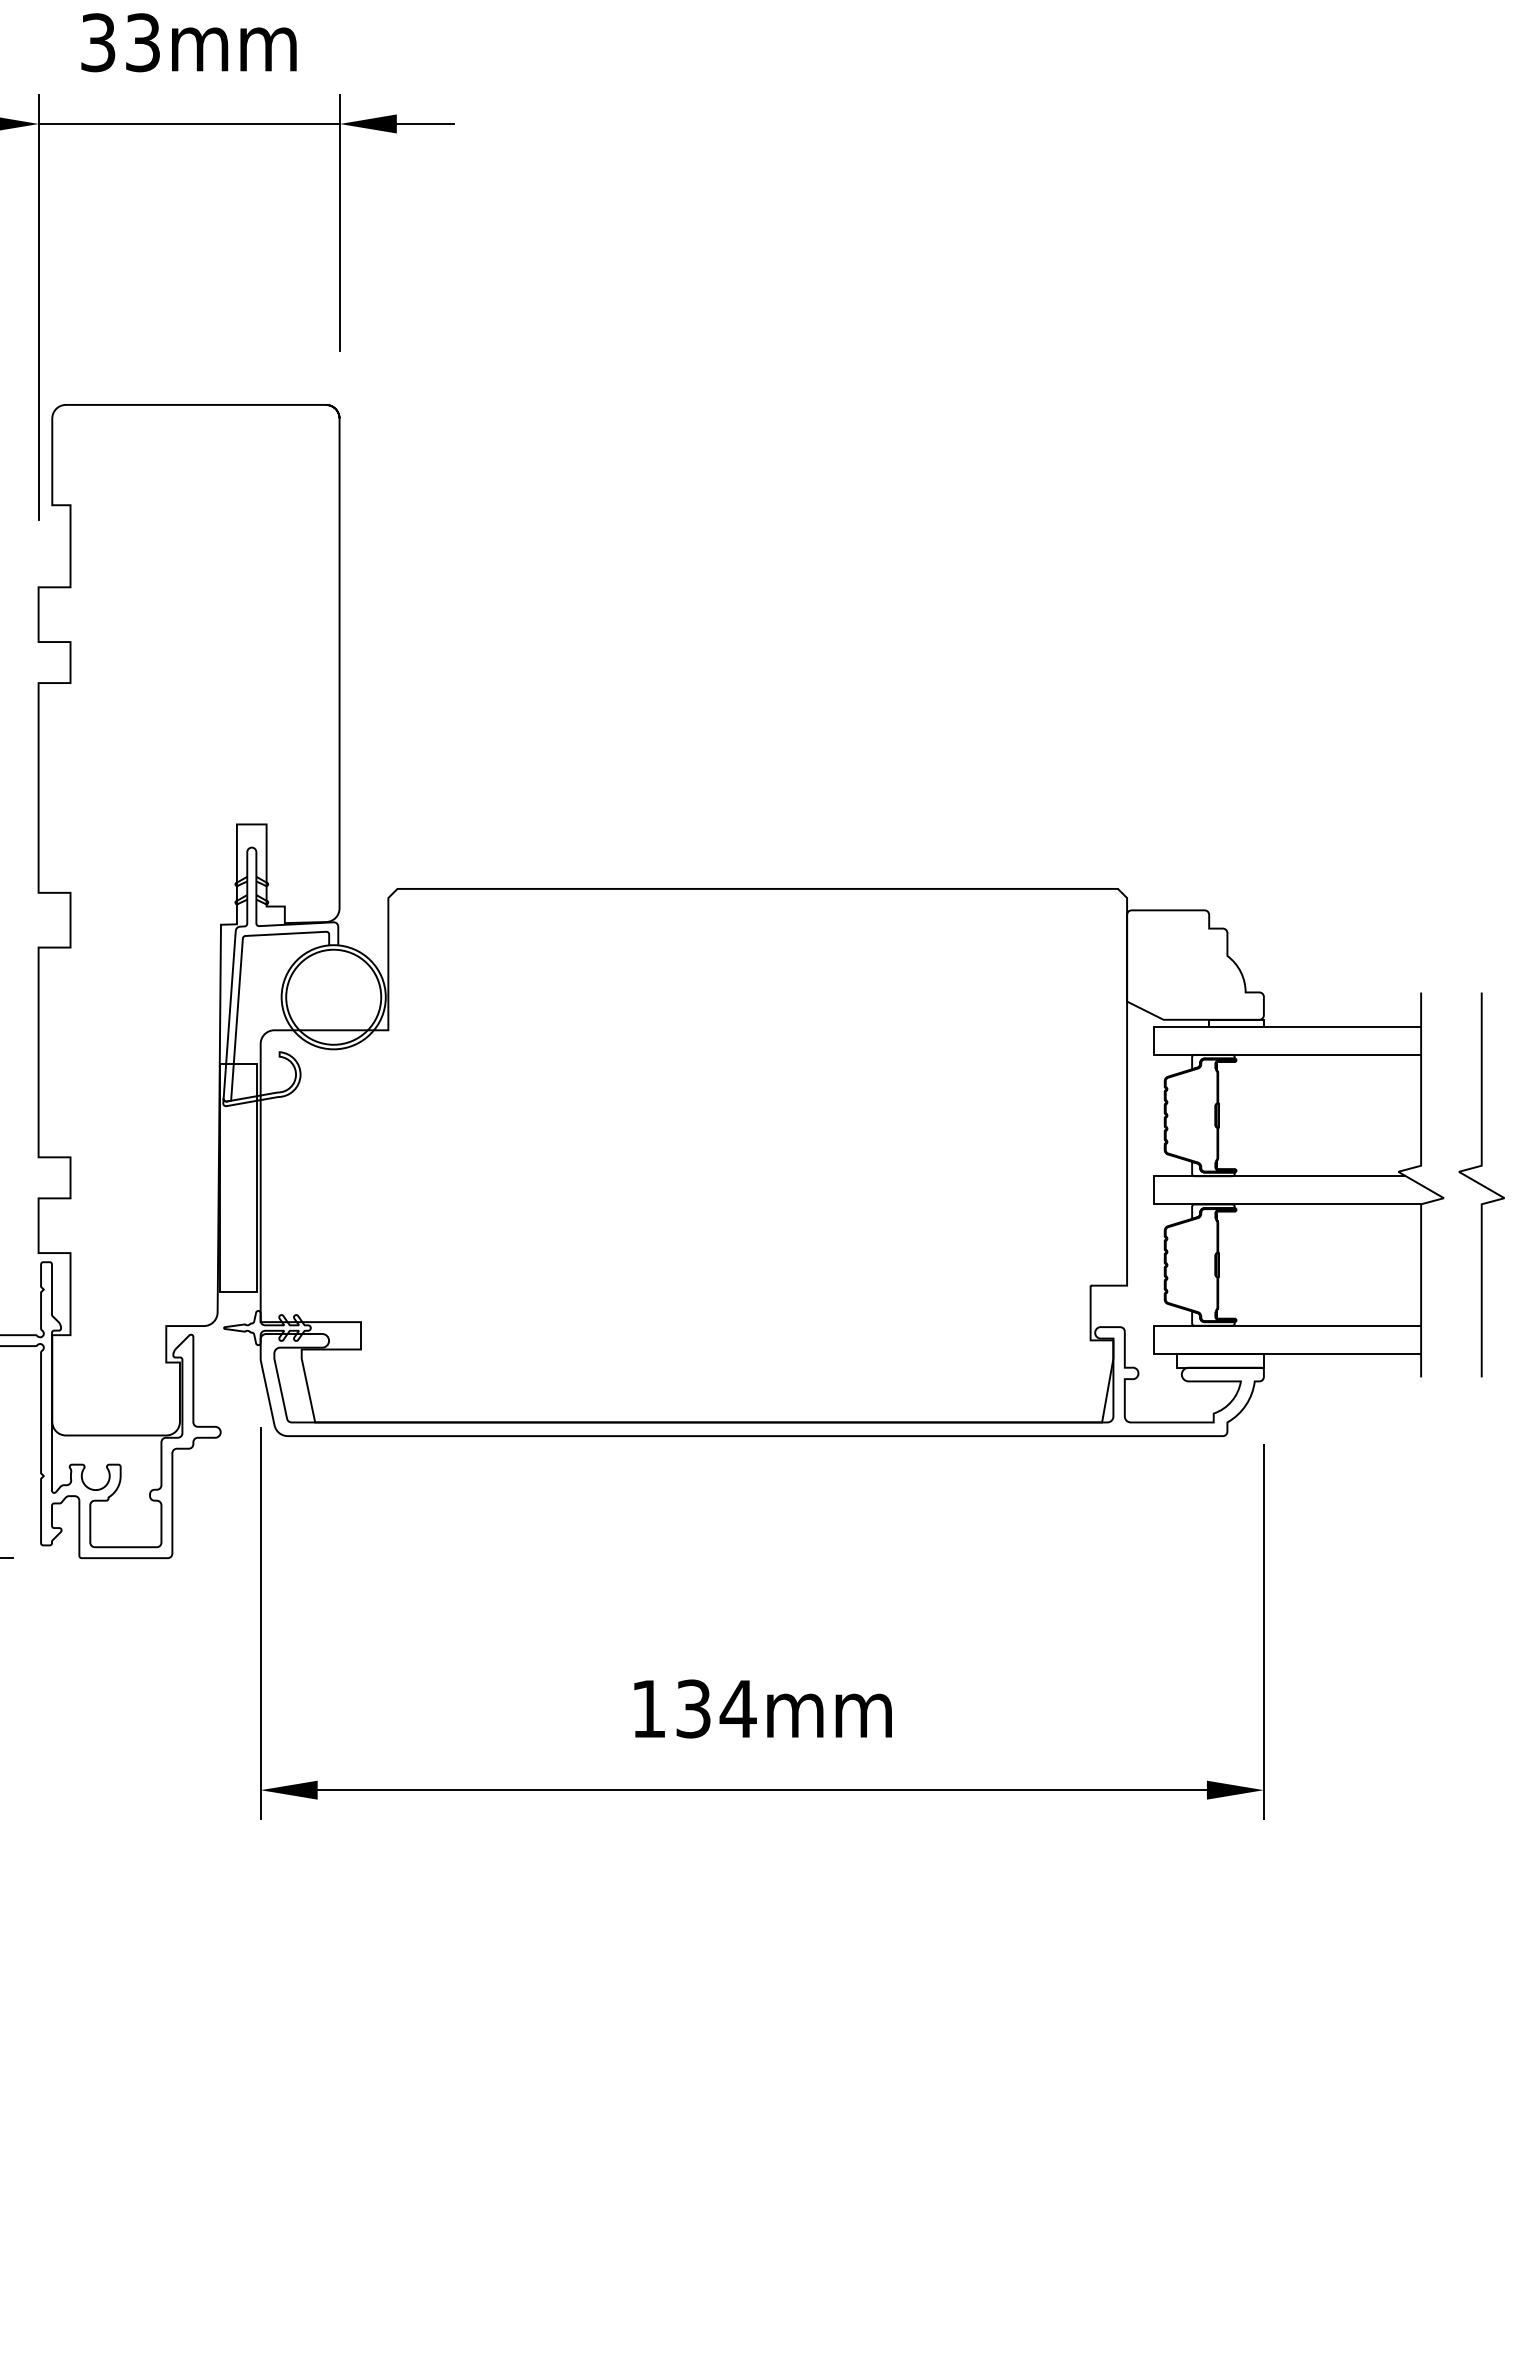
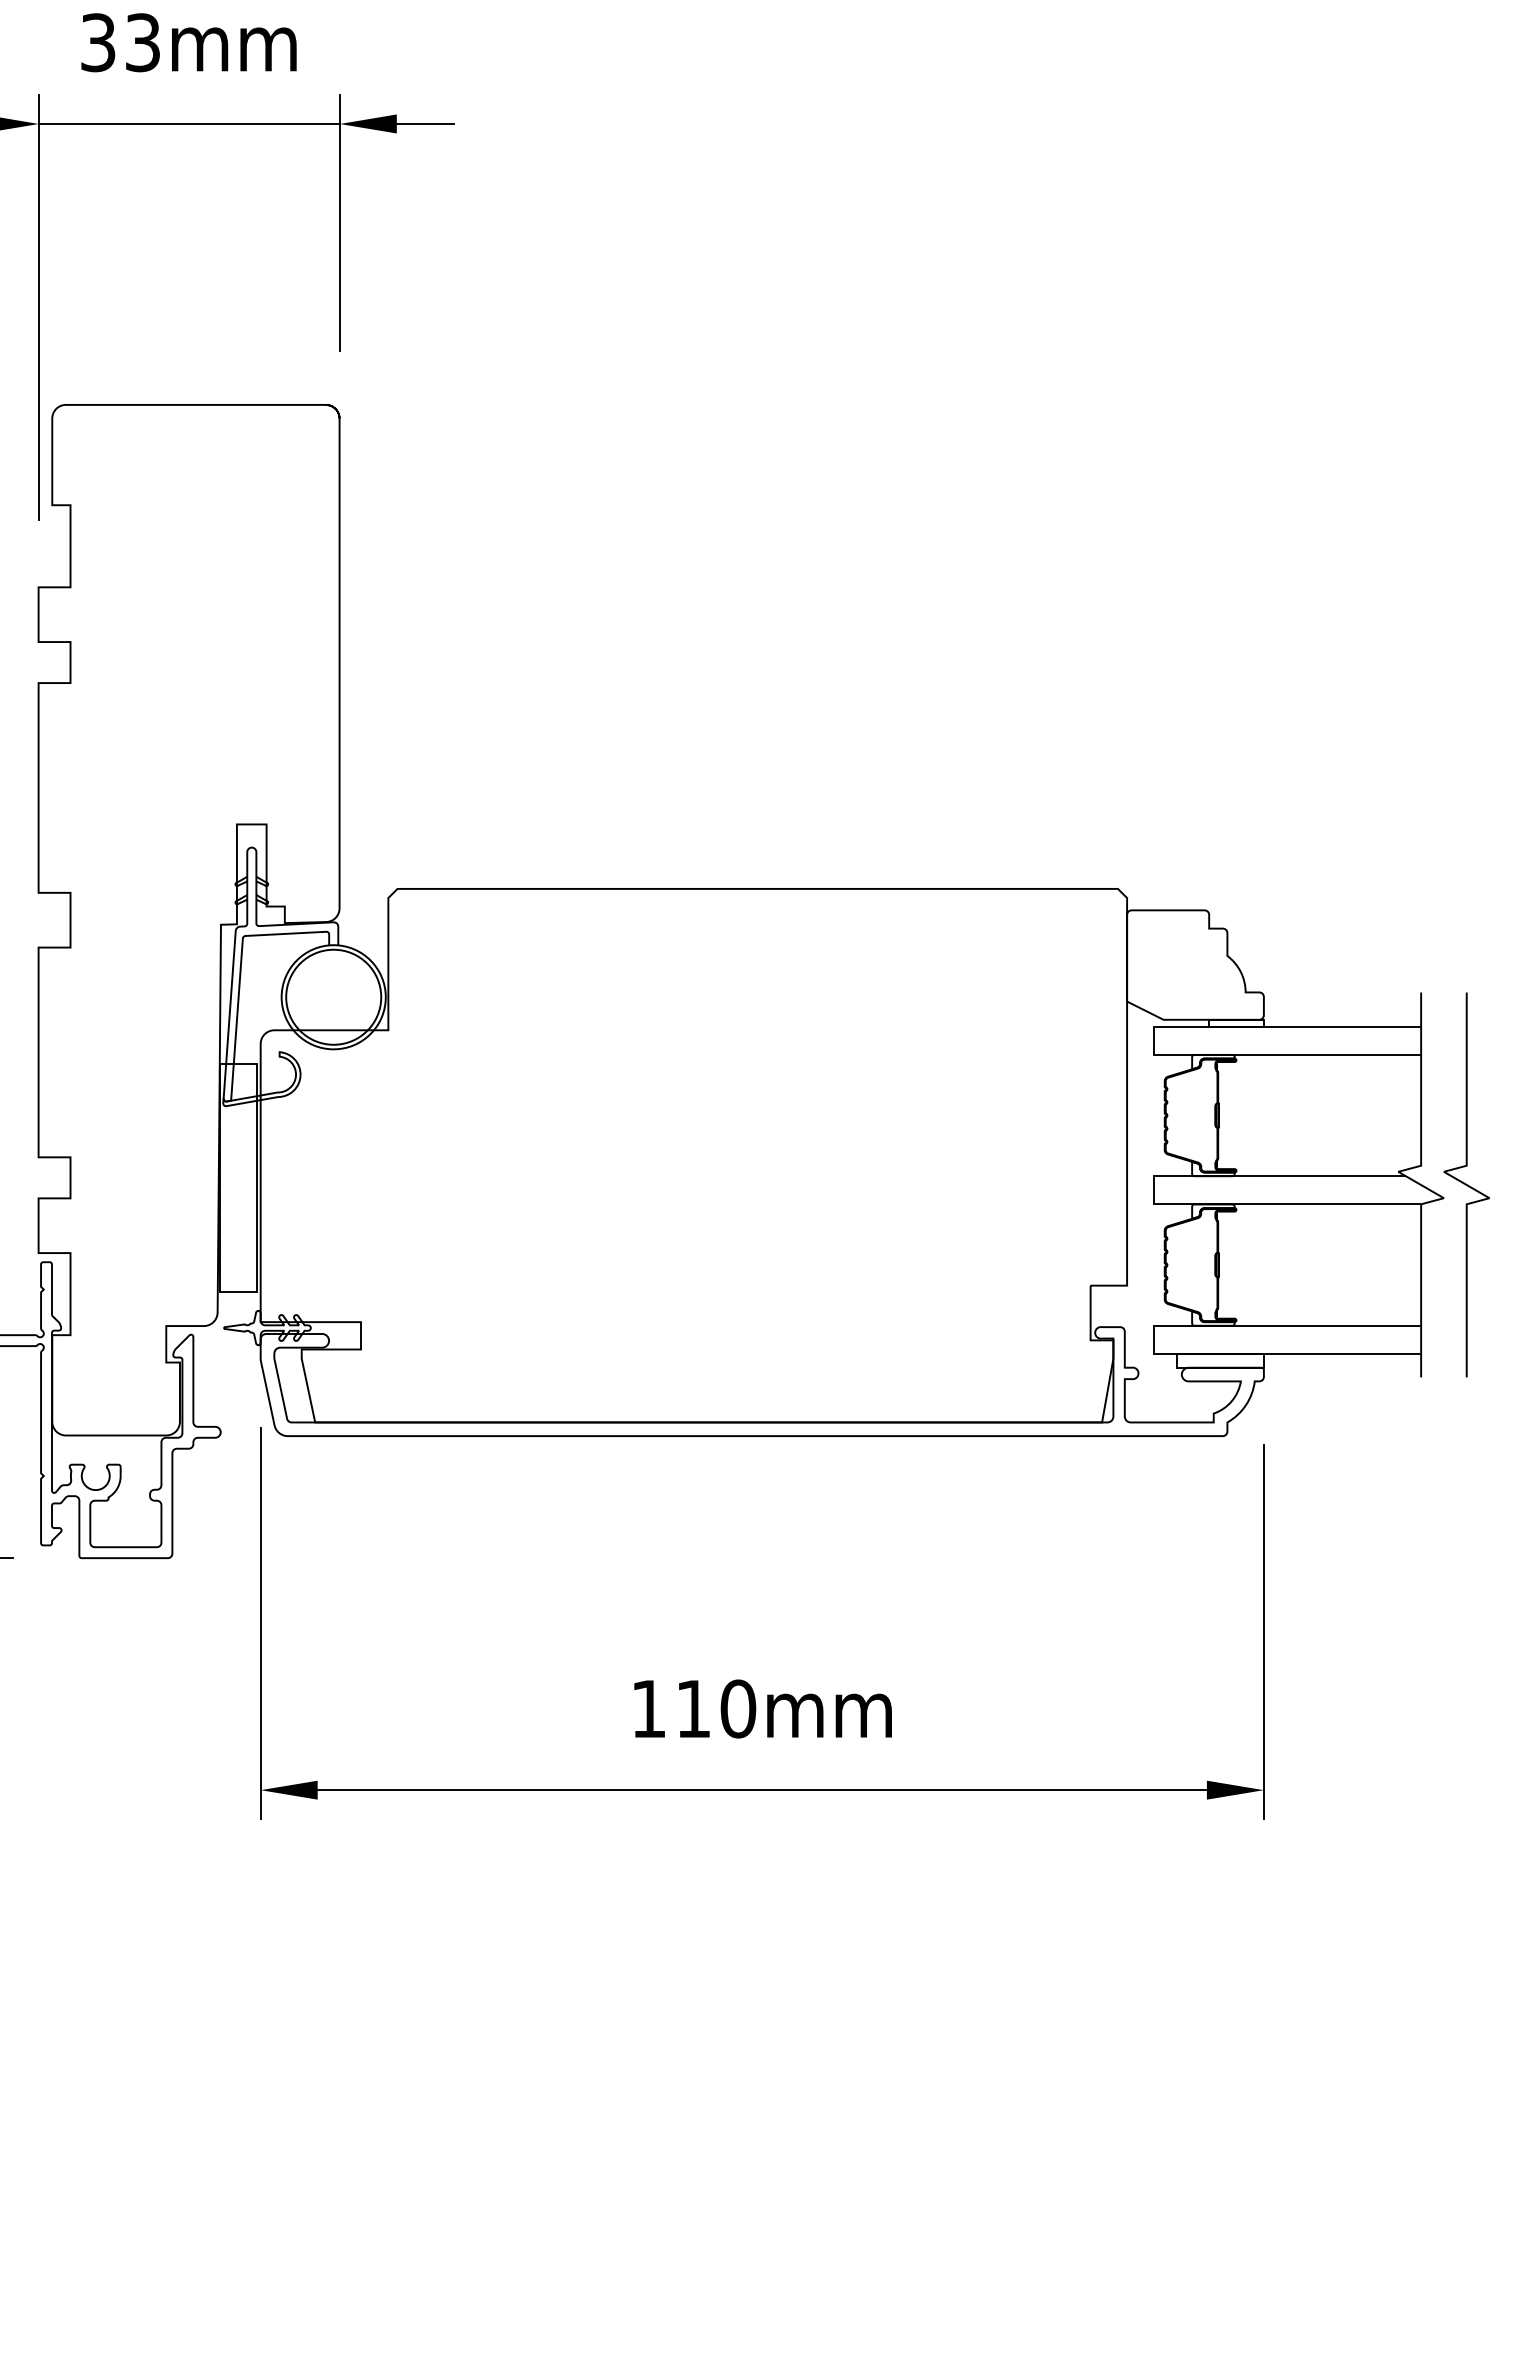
curve at (1481, 1184) position: (1481, 1184) -> (1466, 1184)
text at (716, 1708): 134mm -> 110mm
